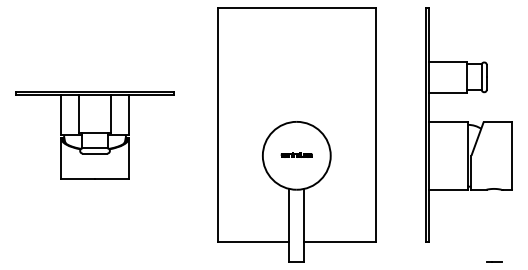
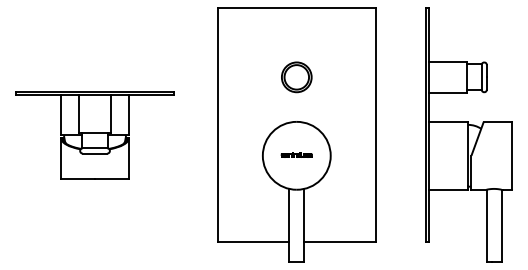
part at (296, 77): none -> present
line at (486, 225): none -> present
line at (501, 225): none -> present
